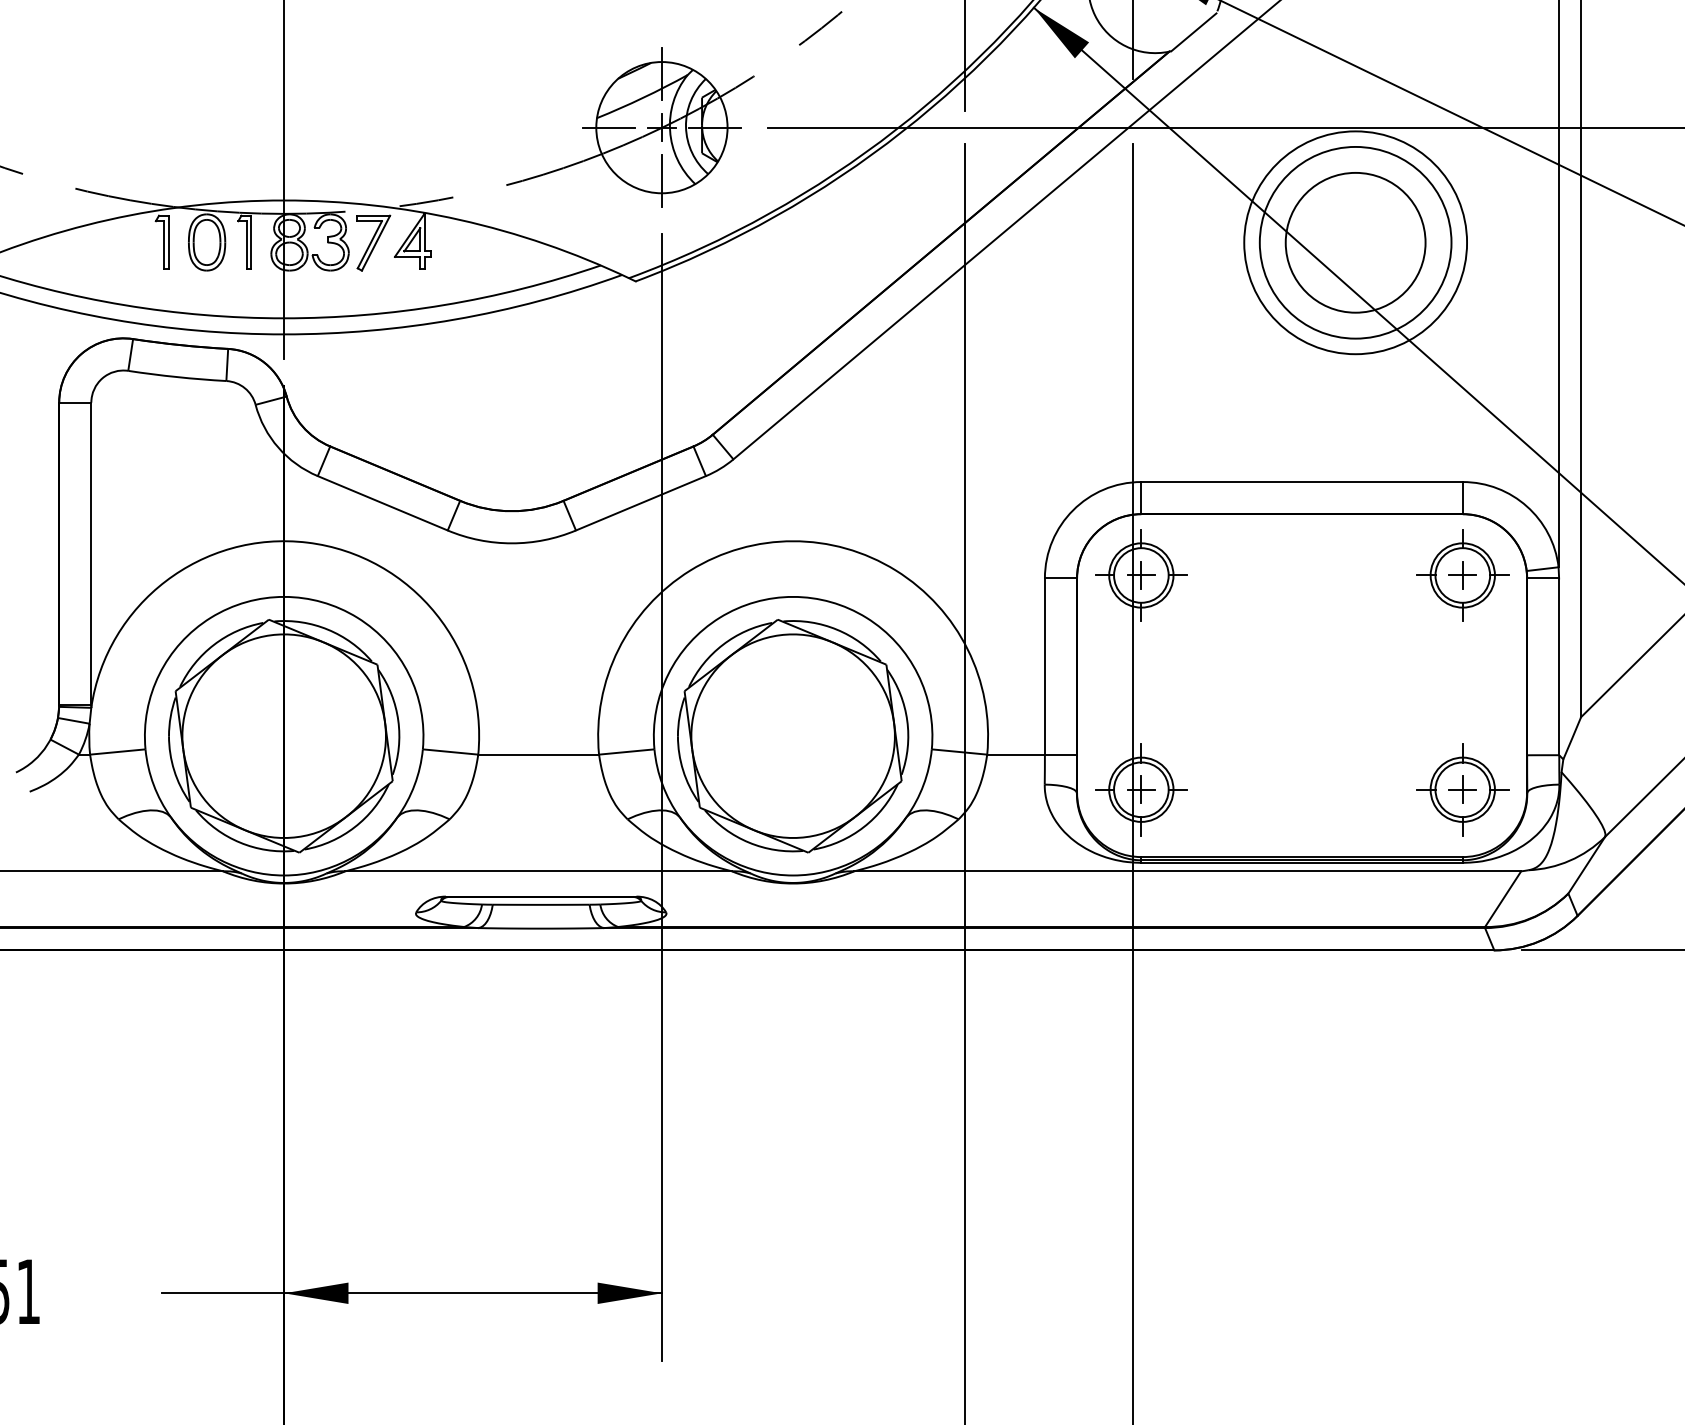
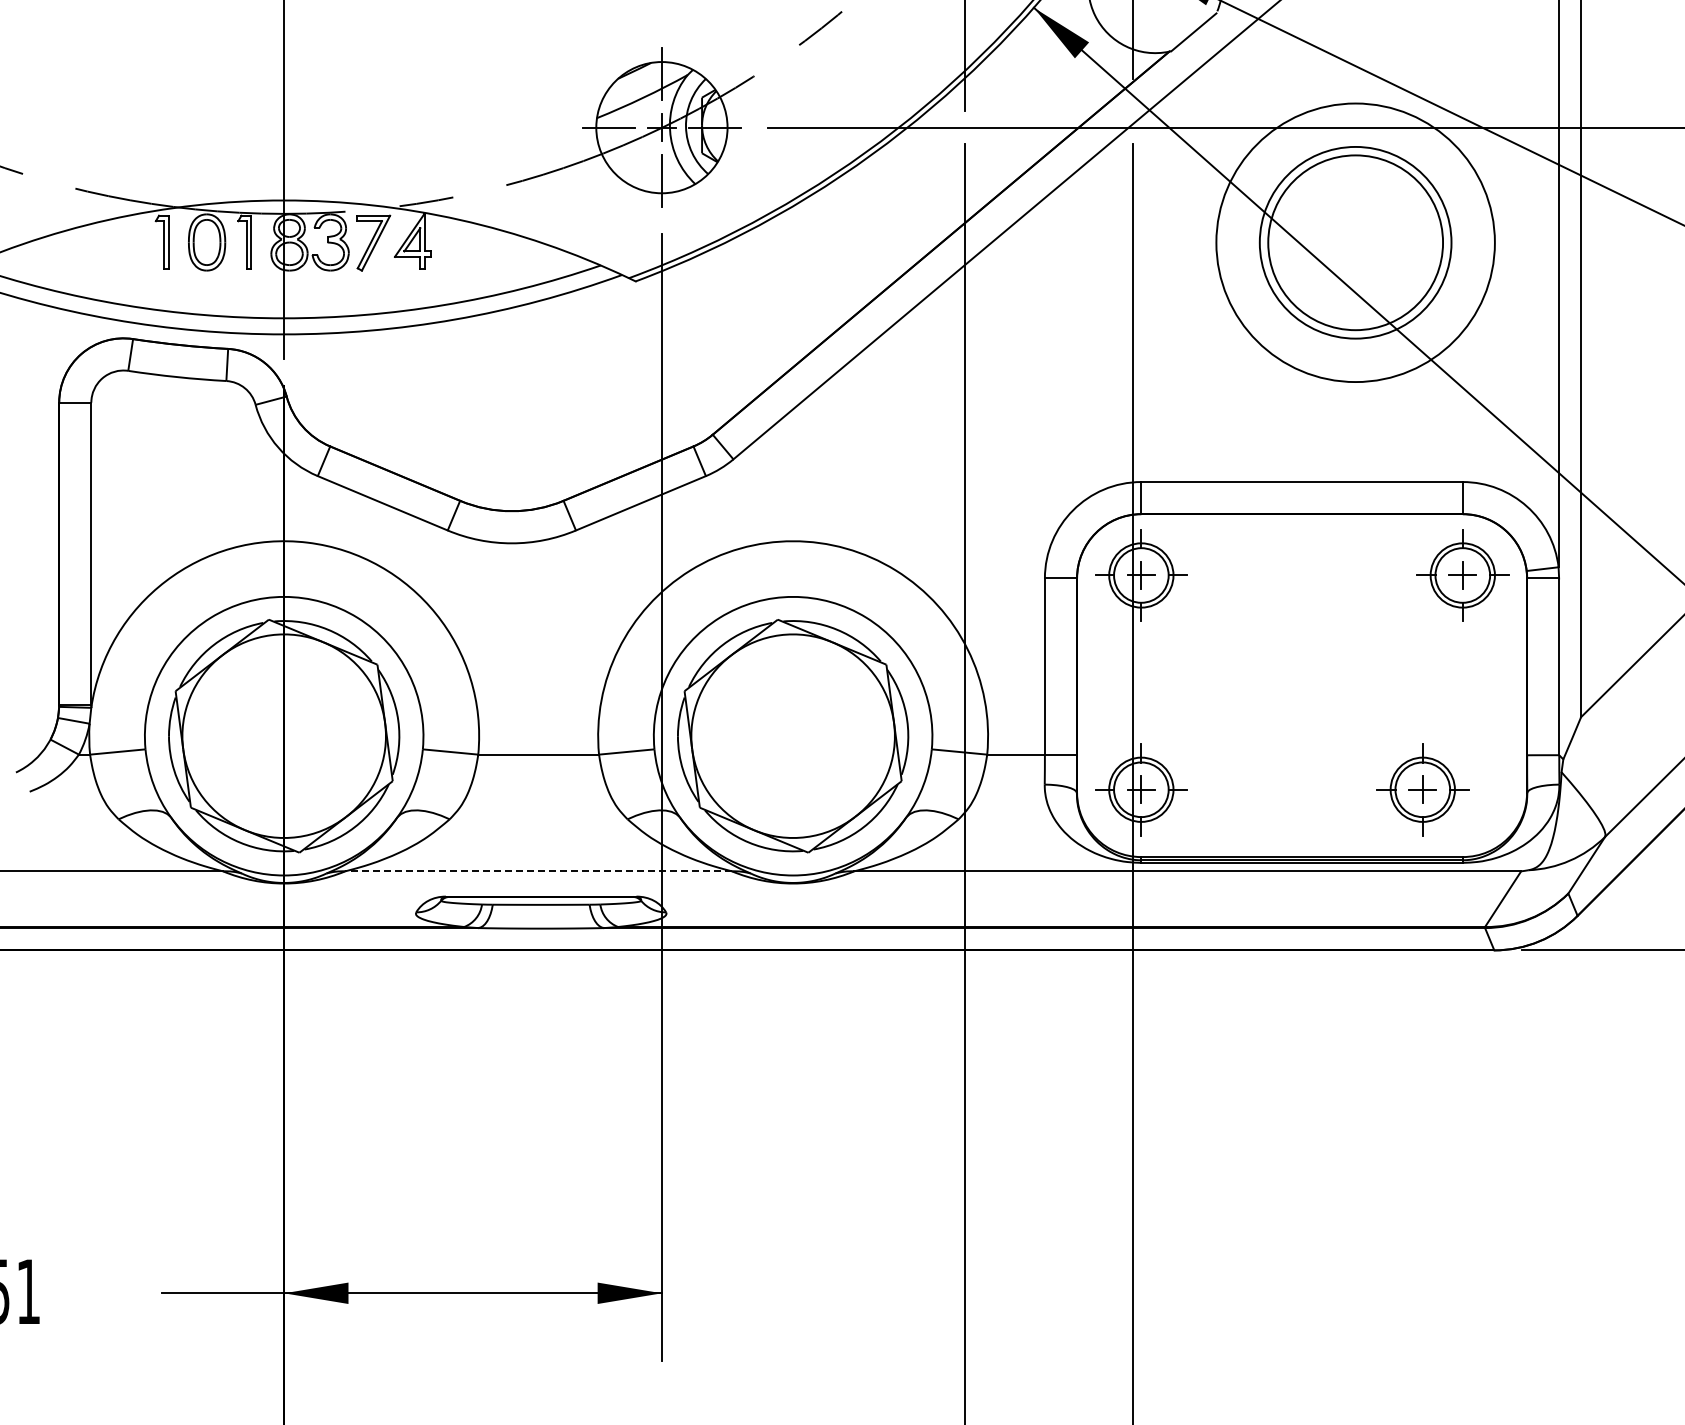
circle at (1355, 242) diameter: 140 px -> 175 px
circle at (1355, 242) diameter: 223 px -> 279 px
part at (1462, 789) position: (1462, 789) -> (1422, 789)
line at (538, 871): solid -> dashed
